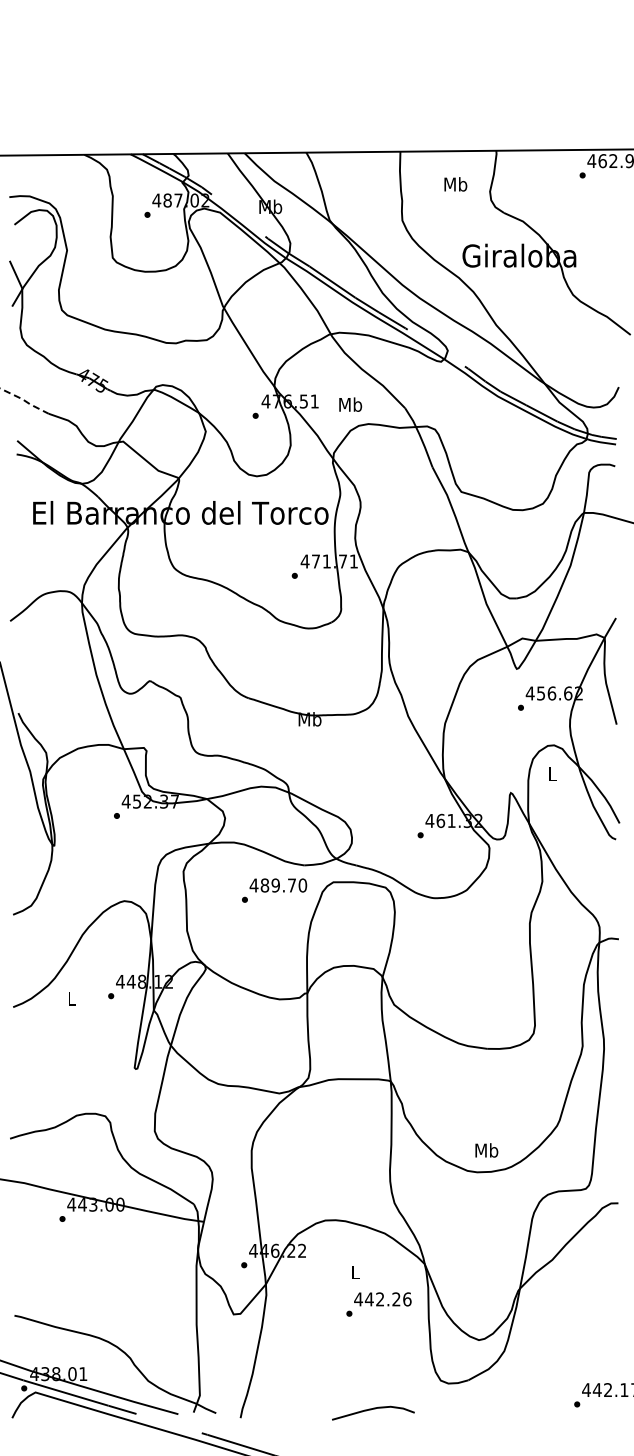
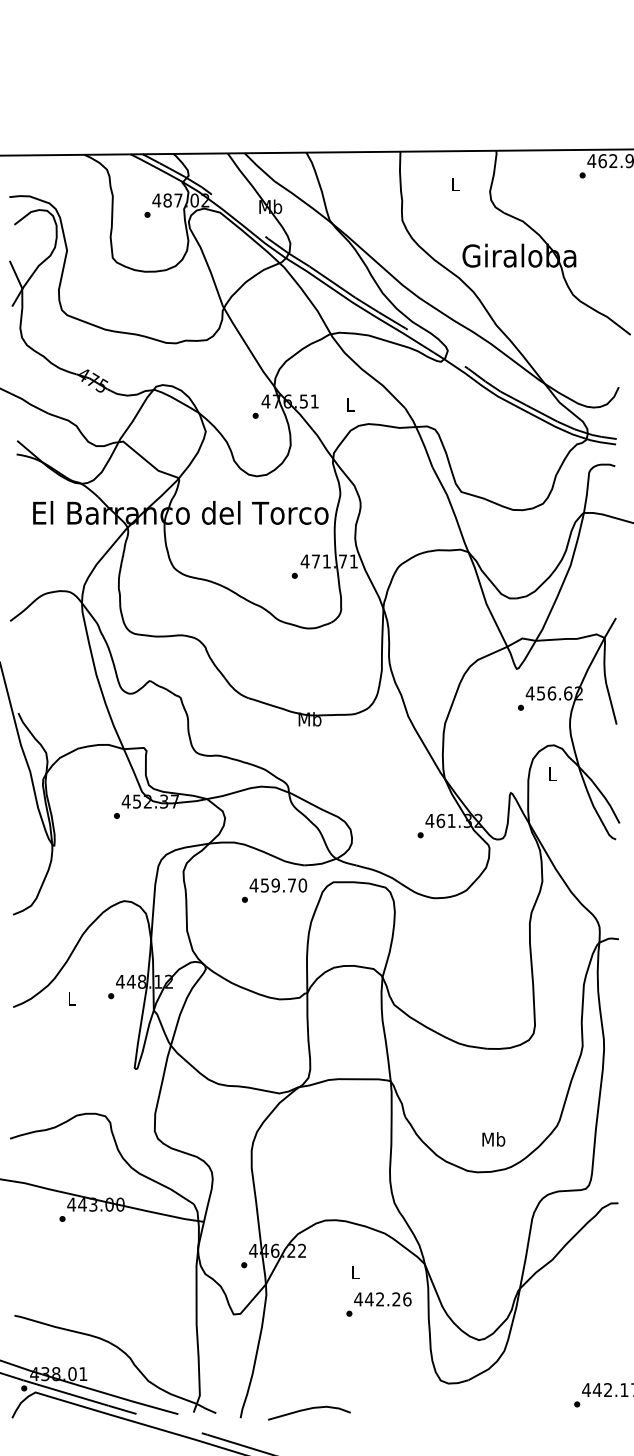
text at (455, 184): Mb -> L
line at (25, 401): dashed -> solid
text at (350, 404): Mb -> L
text at (264, 885): 489.70 -> 459.70
text at (486, 1150) position: (486, 1150) -> (493, 1139)
curve at (371, 1410) position: (371, 1410) -> (307, 1410)
